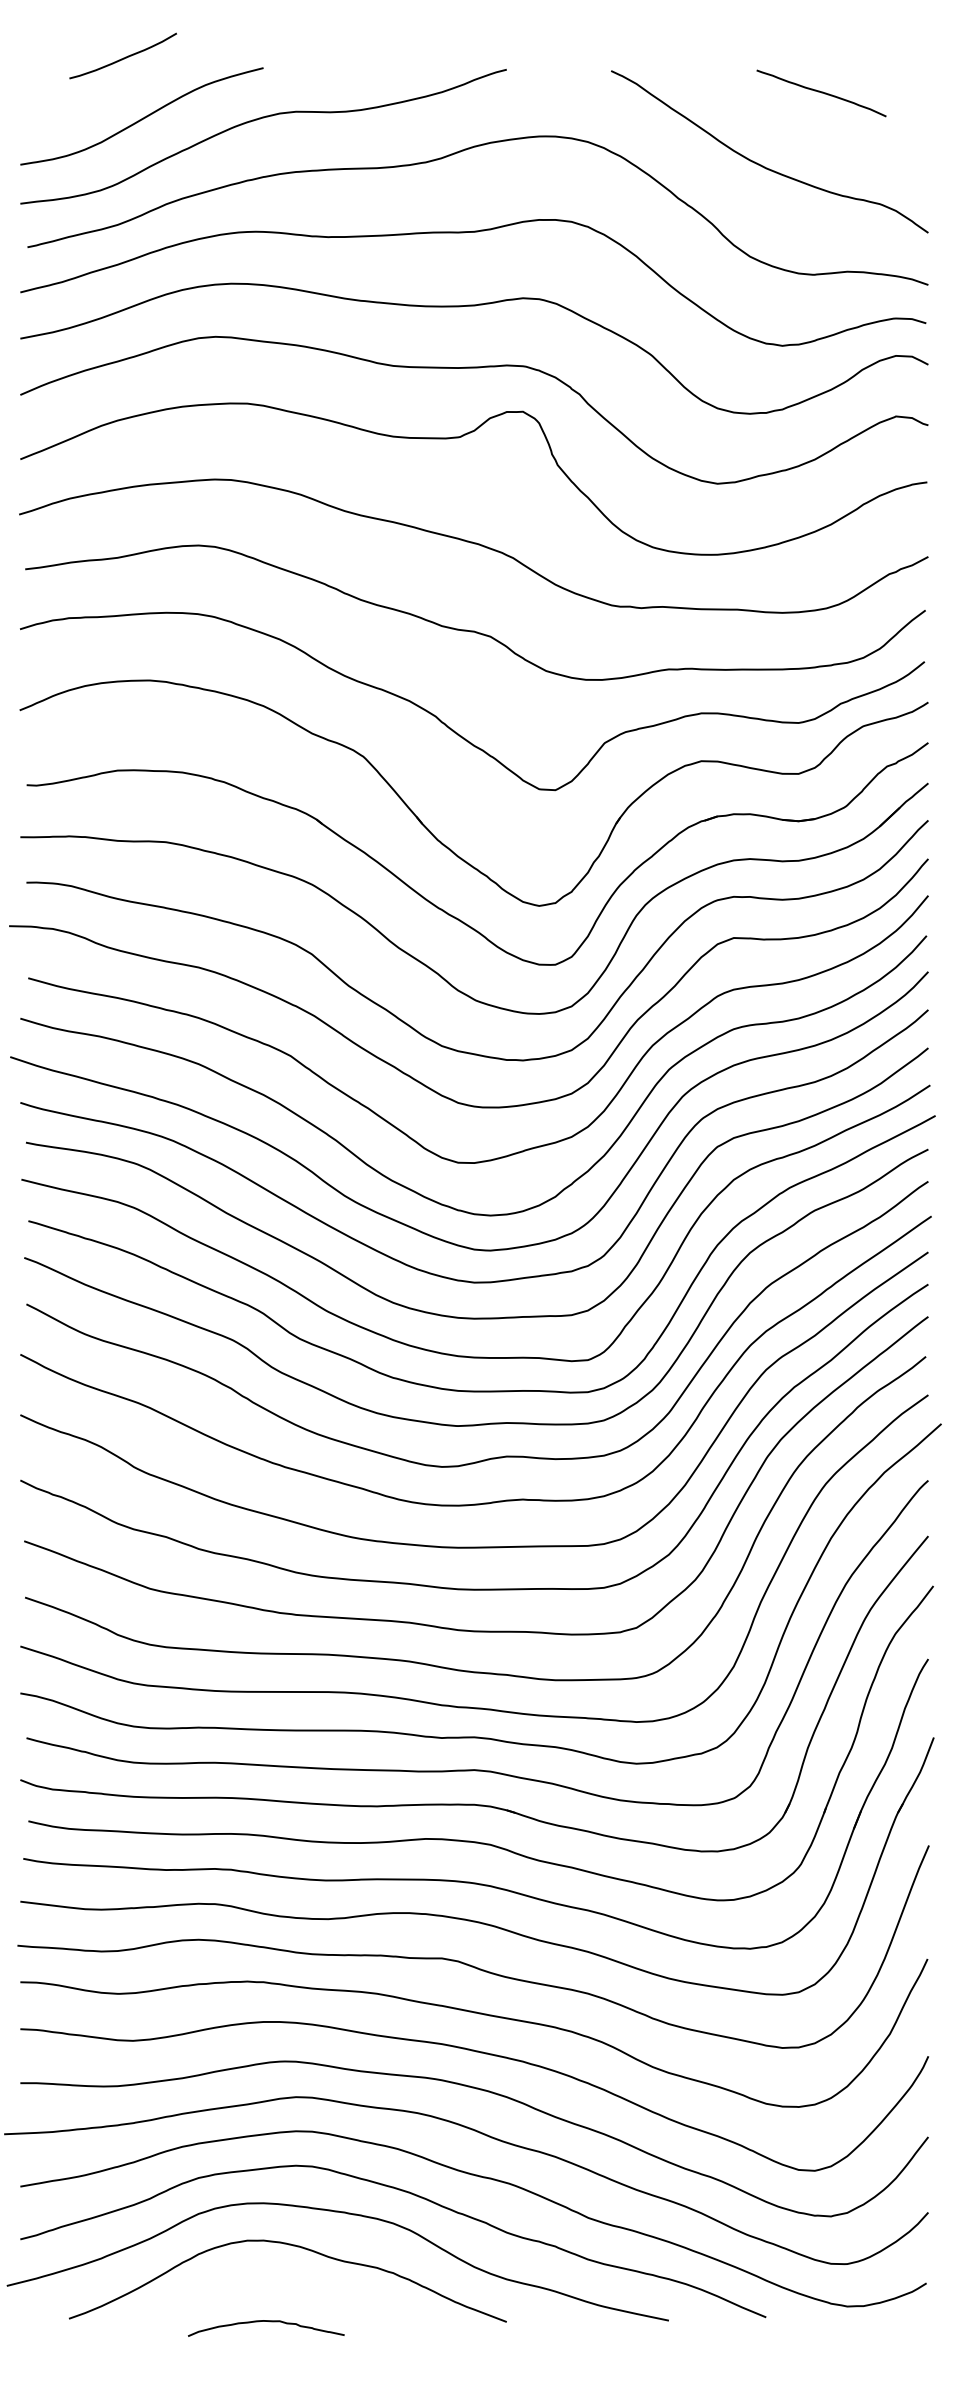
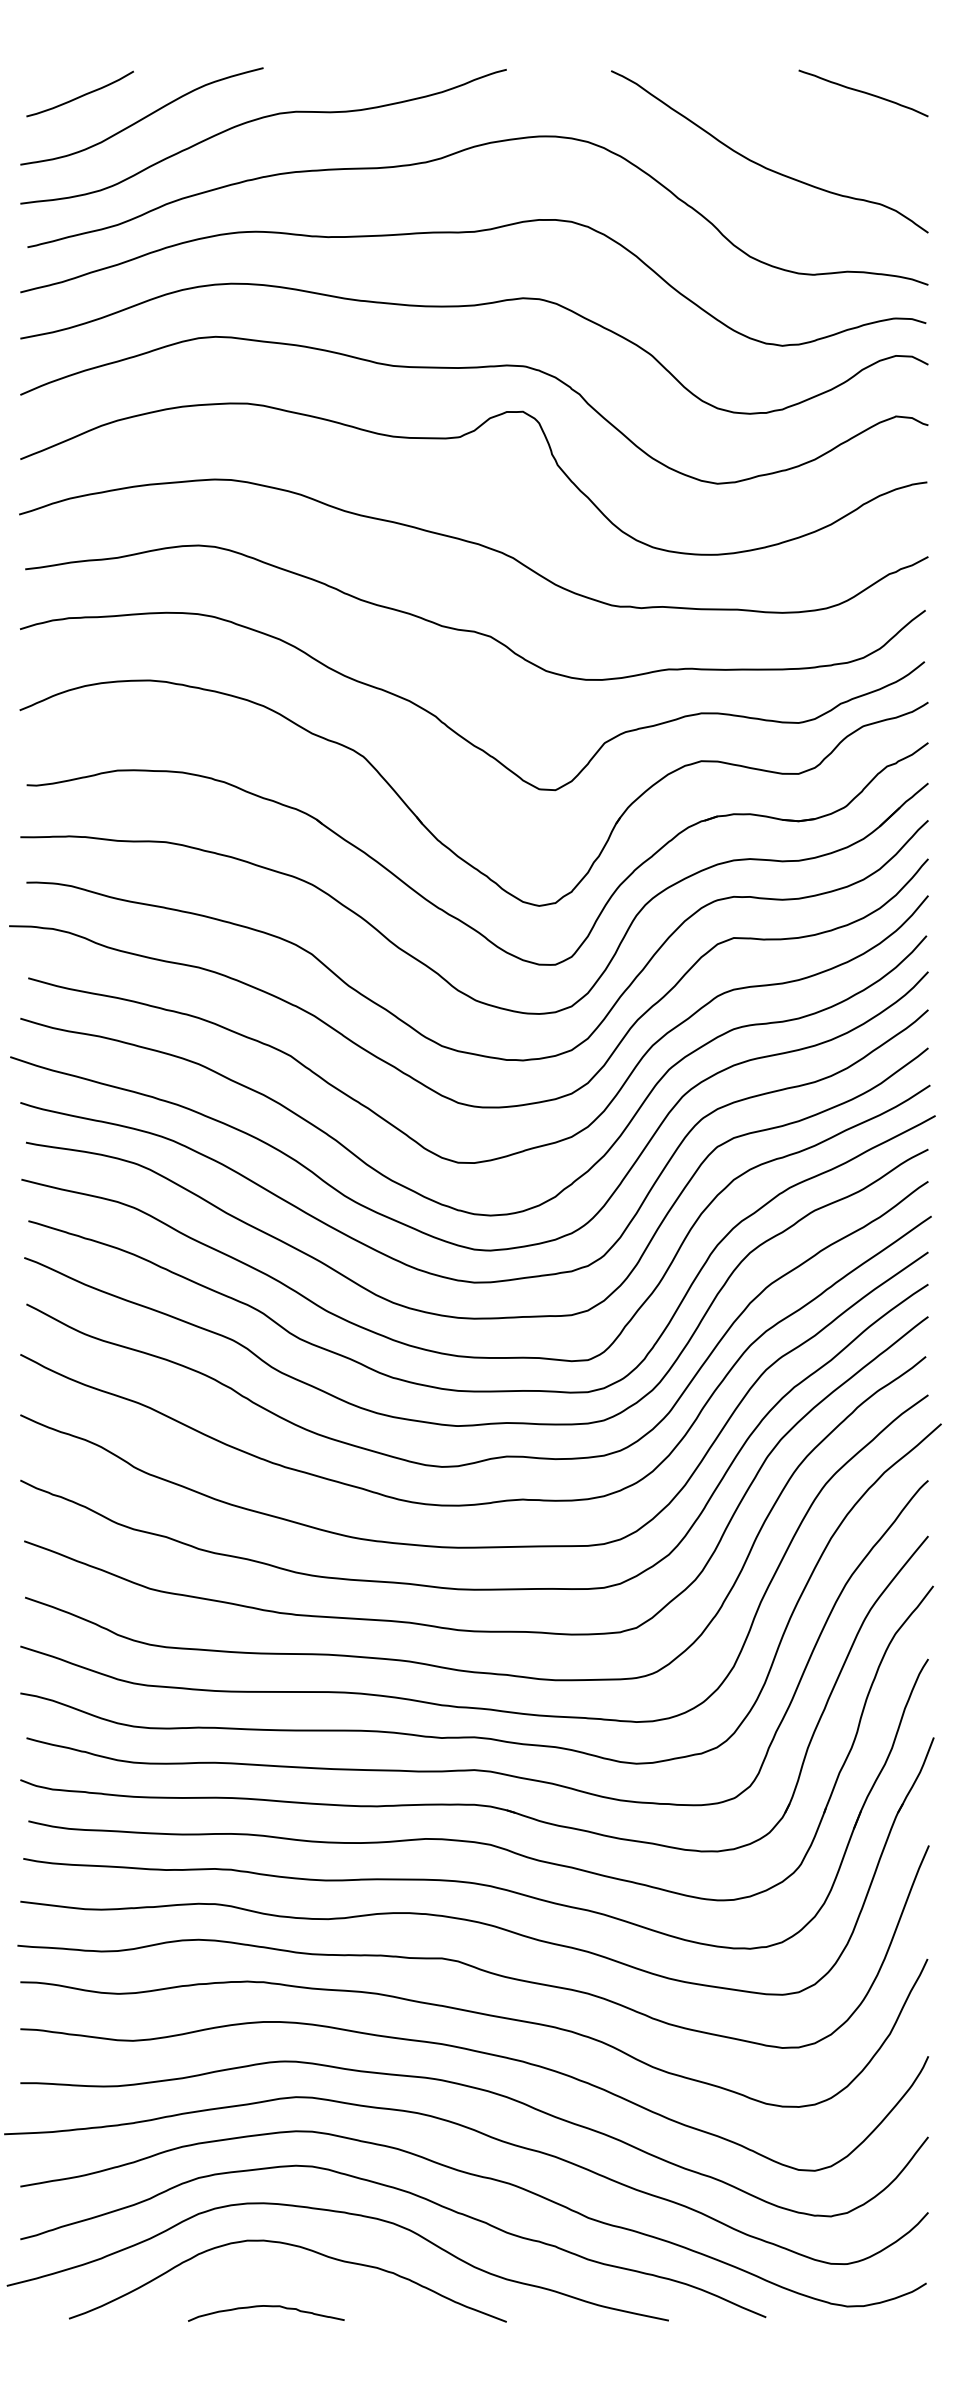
curve at (123, 57) position: (123, 57) -> (80, 95)
curve at (821, 93) position: (821, 93) -> (863, 93)
curve at (269, 2322) position: (269, 2322) -> (269, 2307)
